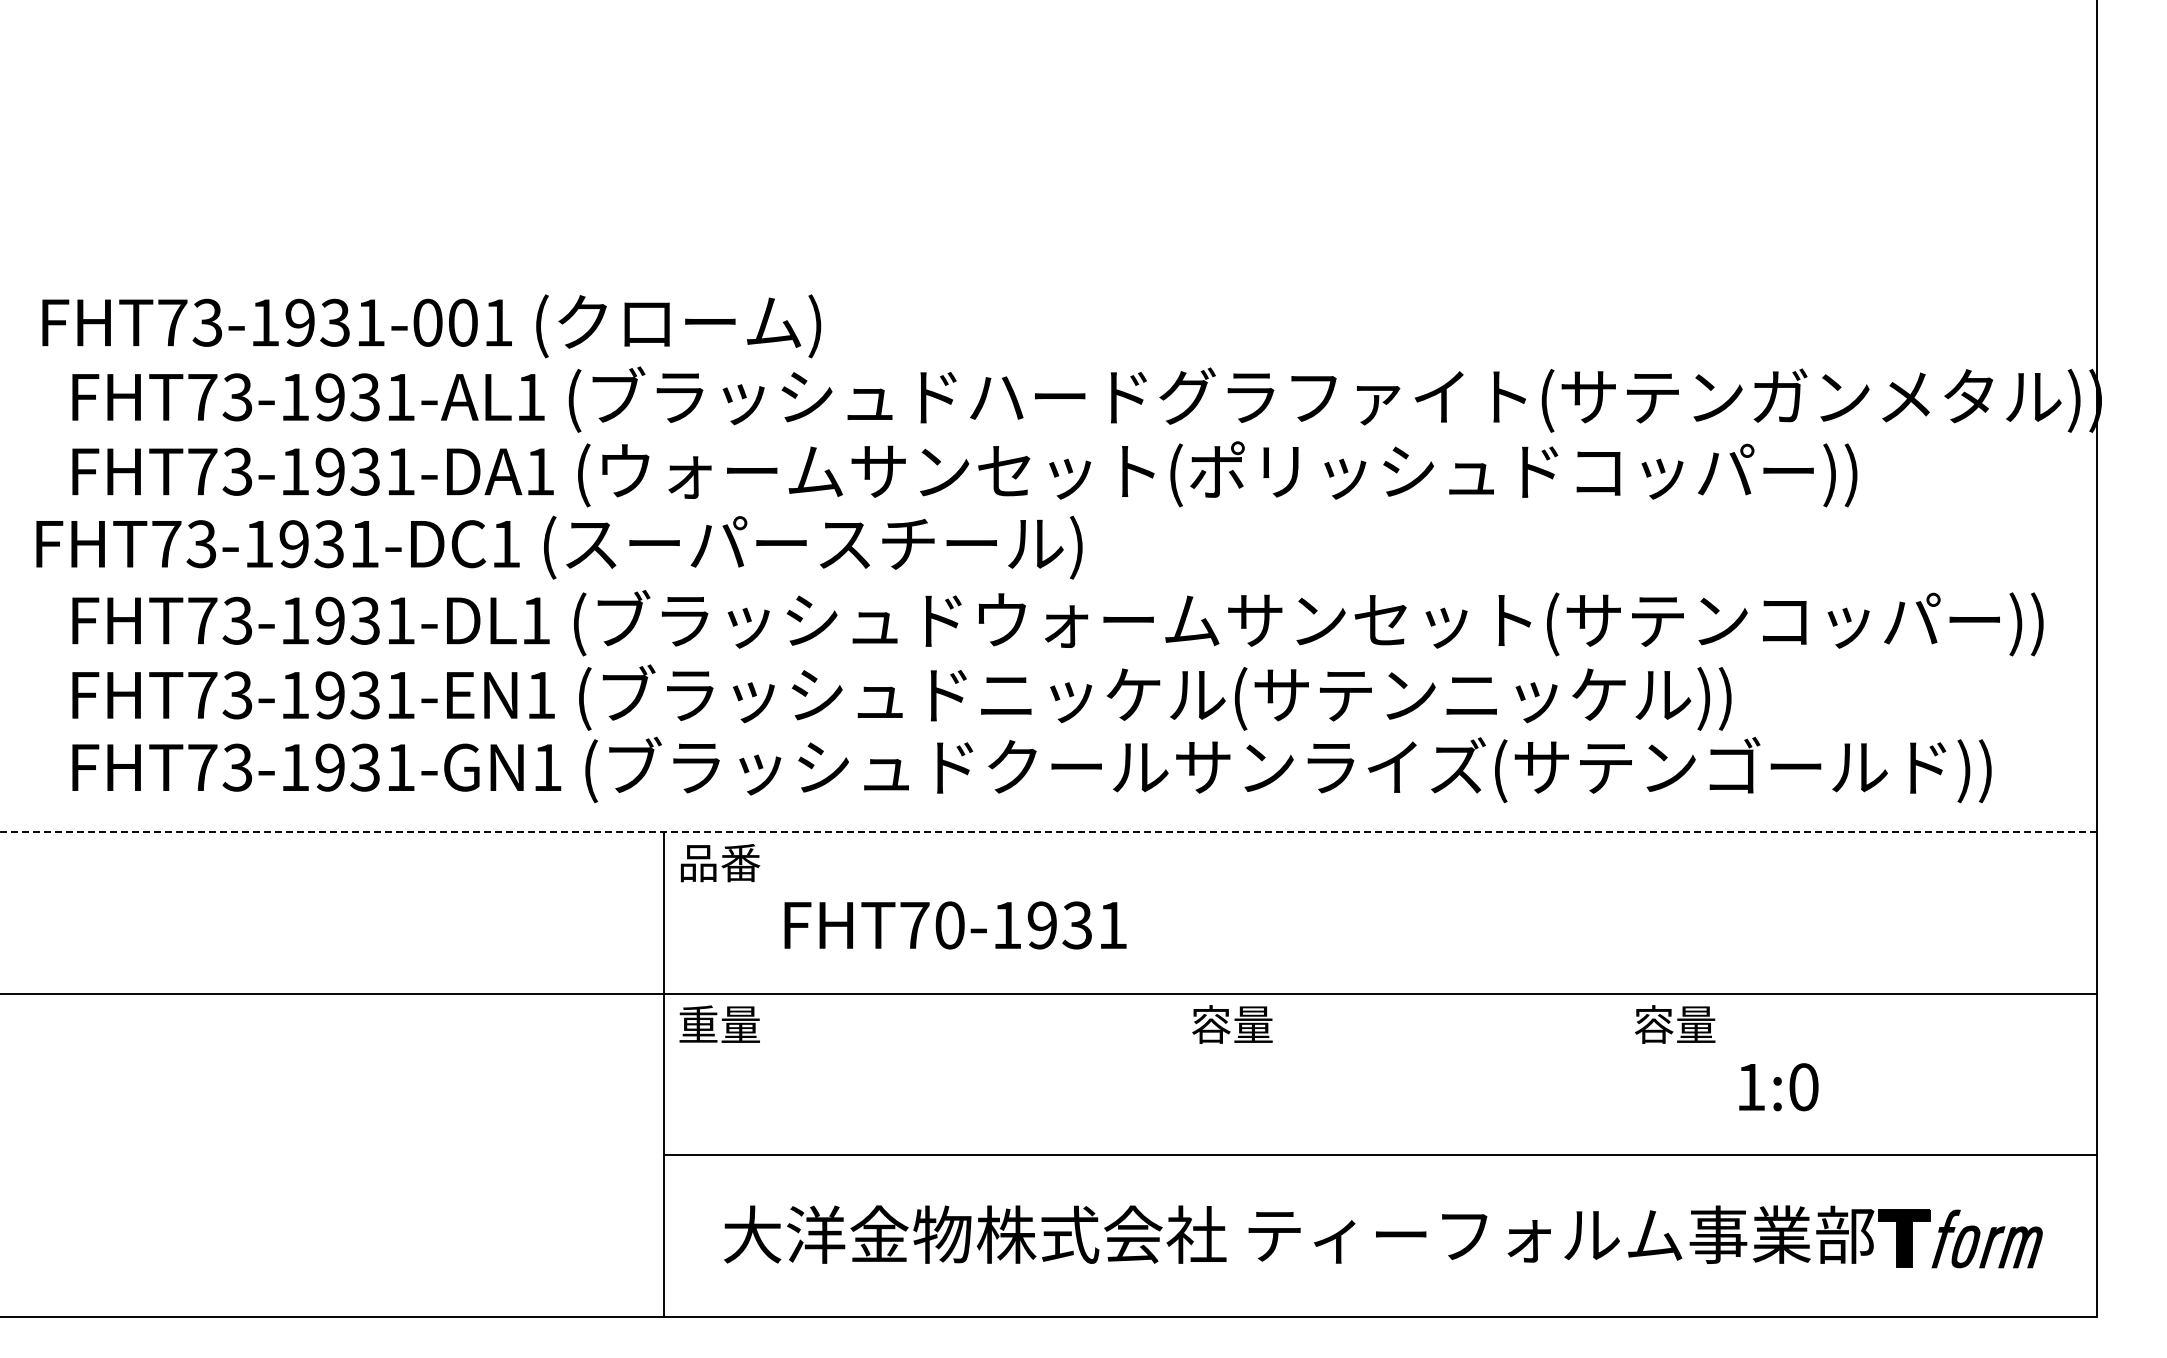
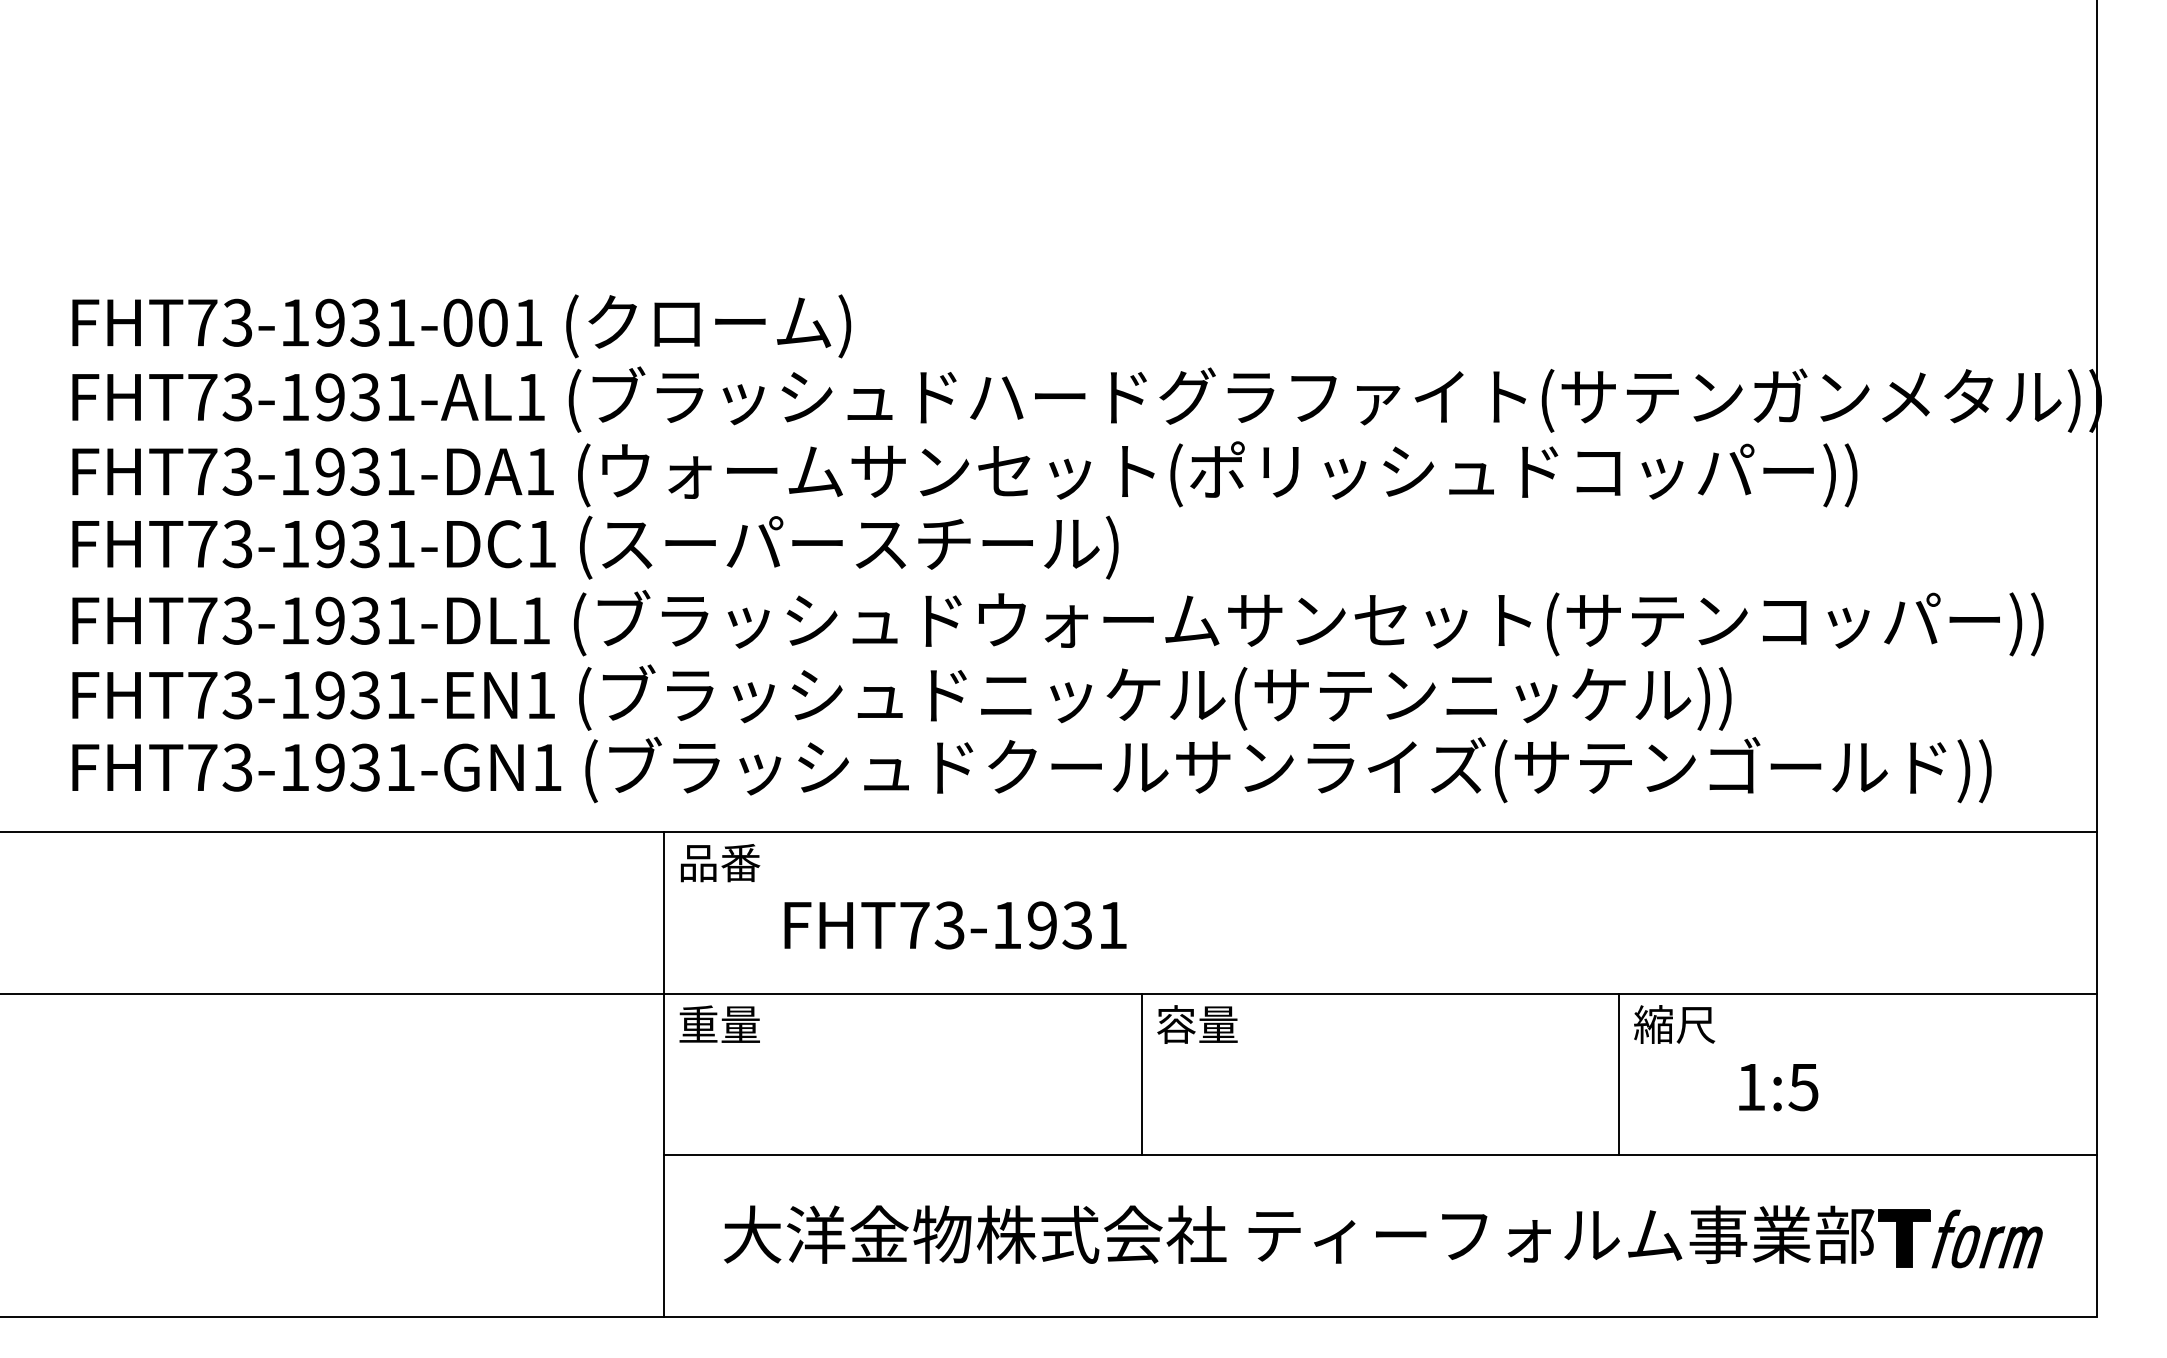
text at (431, 326) position: (431, 326) -> (461, 326)
text at (559, 547) position: (559, 547) -> (595, 547)
line at (1048, 831): dashed -> solid
text at (949, 925): FHT70-1931 -> FHT73-1931
text at (1232, 1024) position: (1232, 1024) -> (1197, 1024)
text at (1674, 1024): 容量 -> 縮尺
line at (1141, 1074): none -> present
line at (1619, 1074): none -> present
text at (1803, 1087): 1:0 -> 1:5
